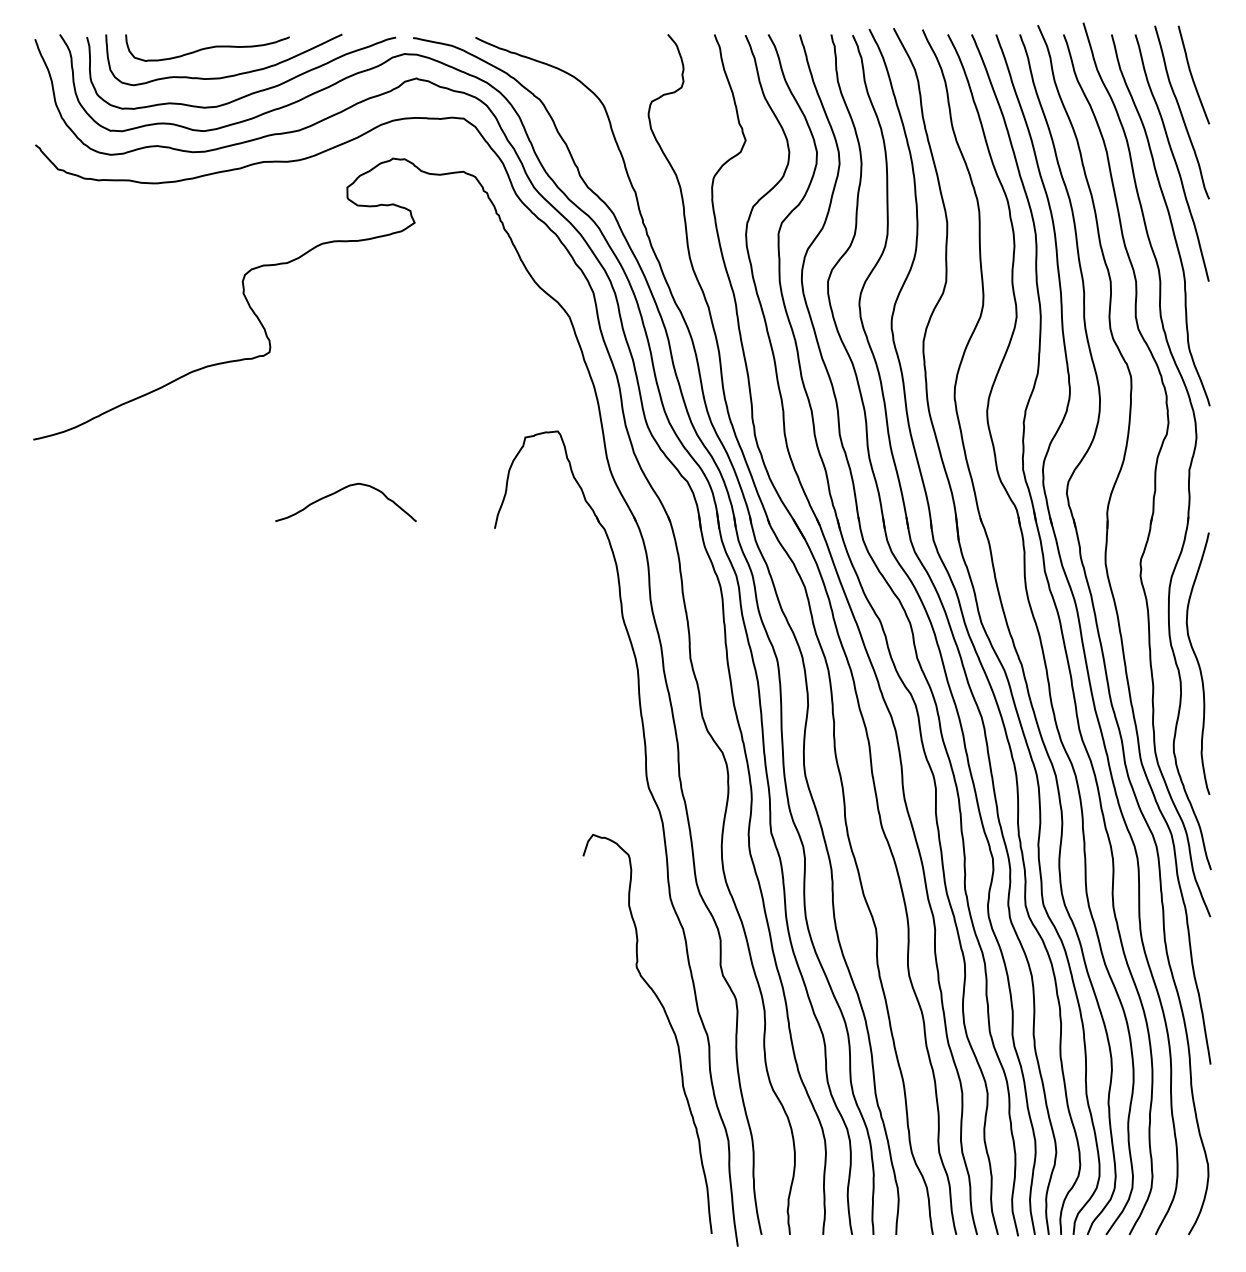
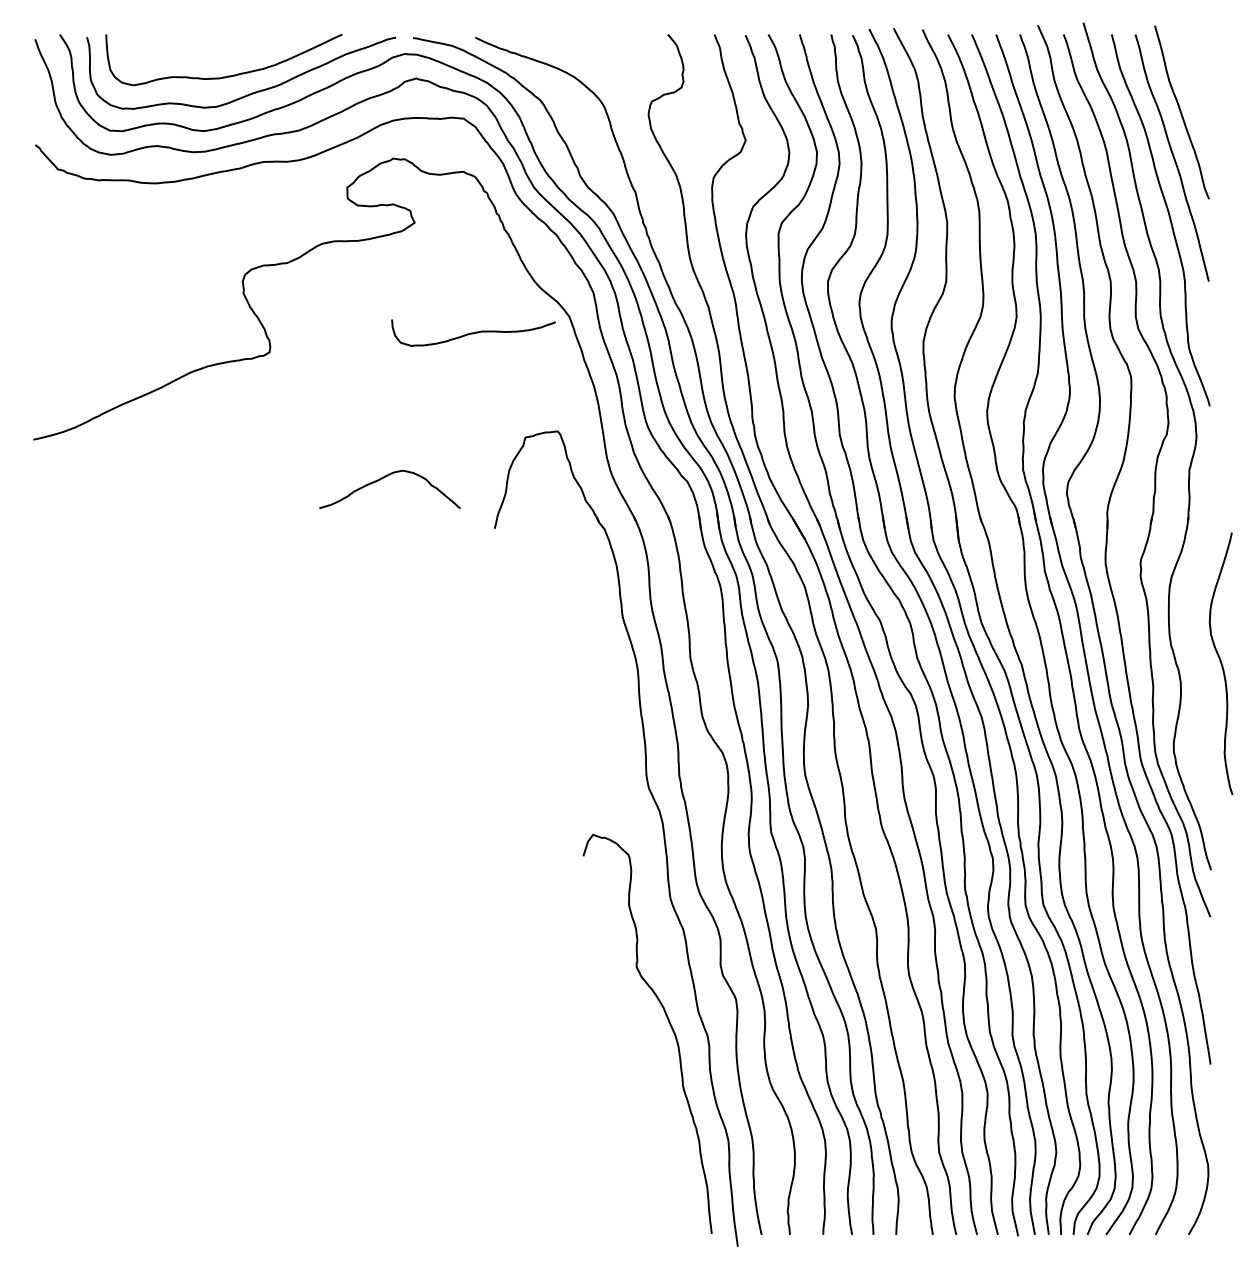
curve at (207, 47) position: (207, 47) -> (473, 332)
curve at (1192, 74): present -> none
curve at (338, 492) position: (338, 492) -> (382, 479)
curve at (1197, 663) position: (1197, 663) -> (1220, 663)
